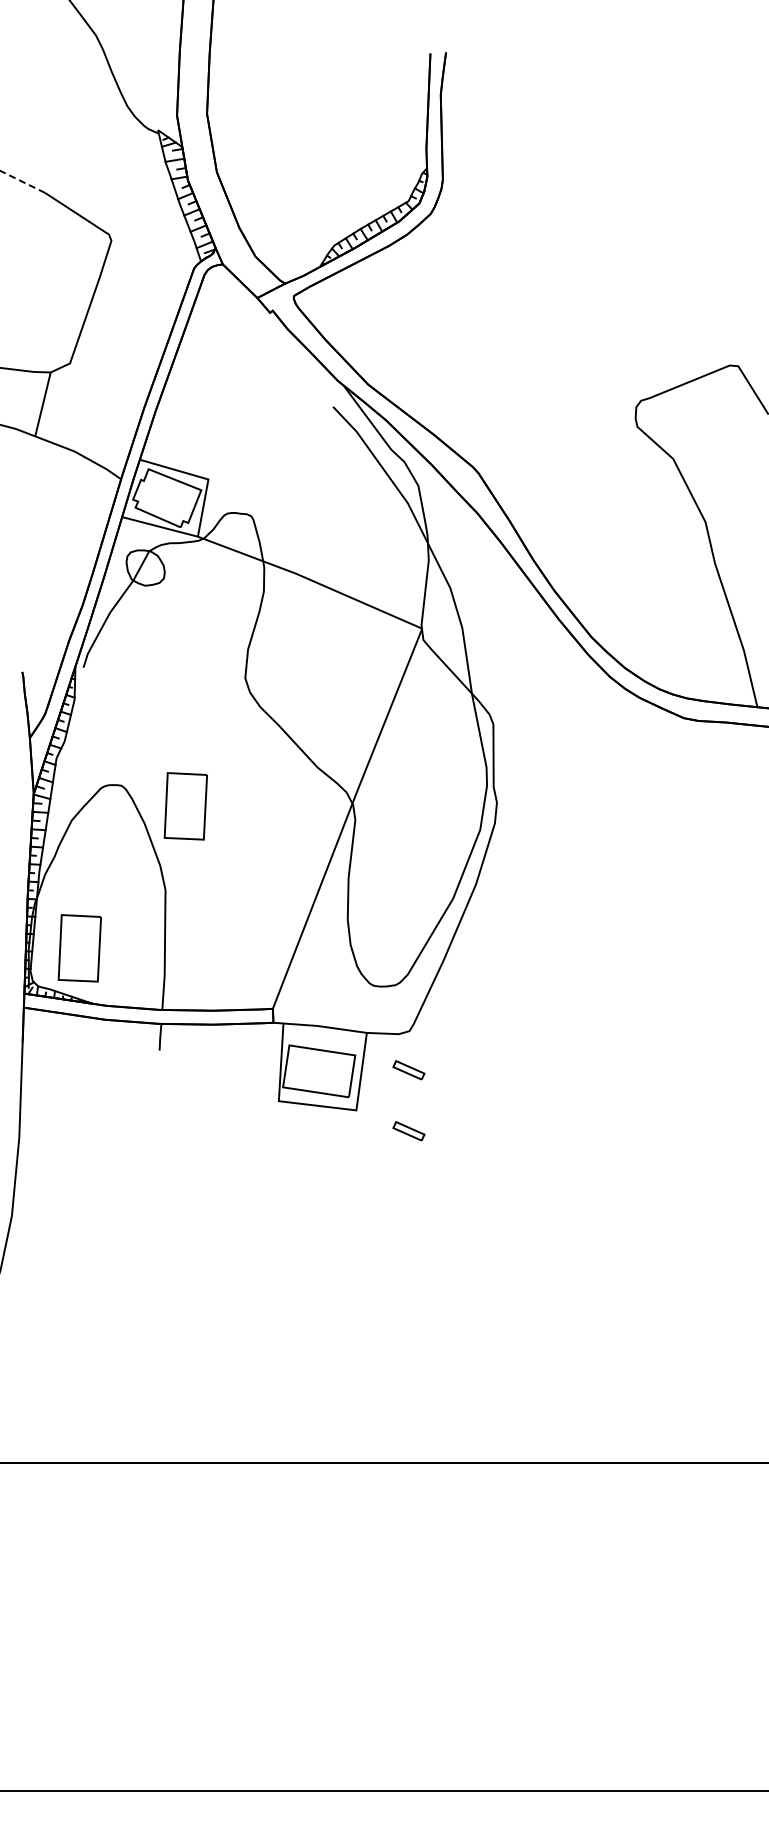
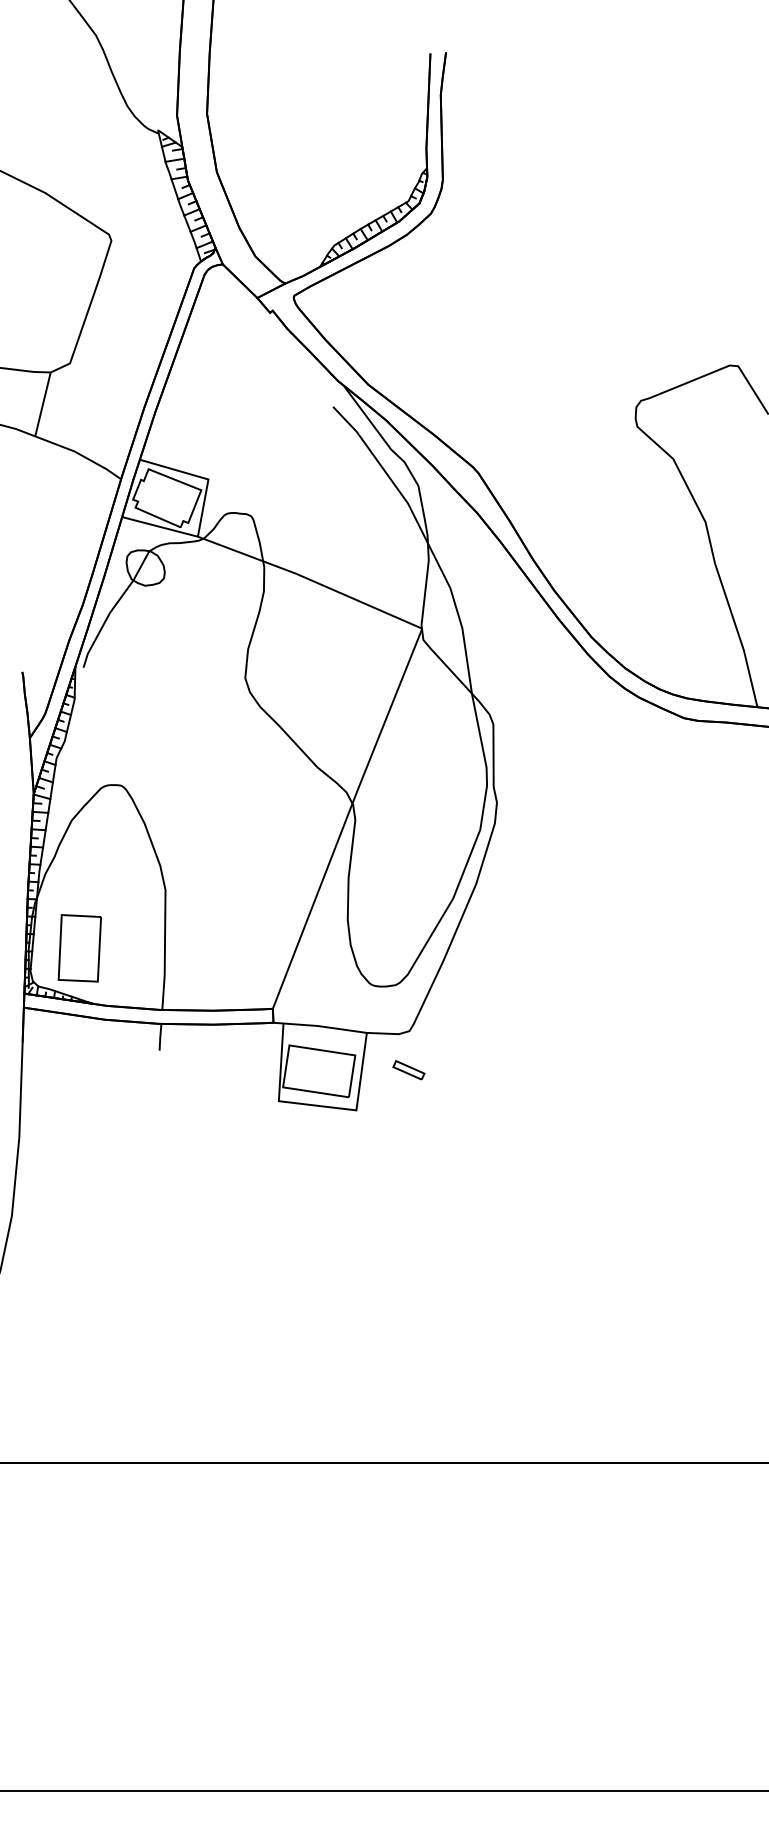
line at (22, 181): dashed -> solid
part at (185, 806): present -> none
part at (408, 1131): present -> none
